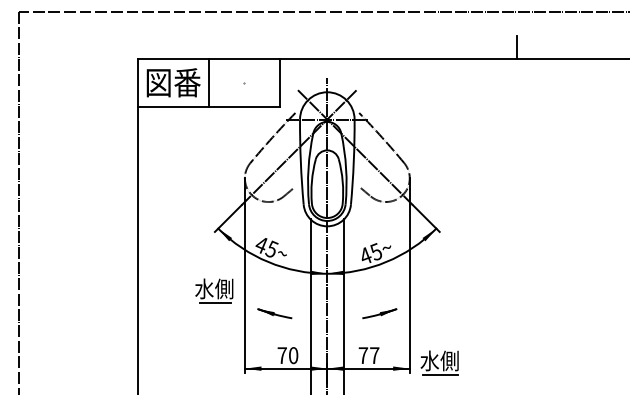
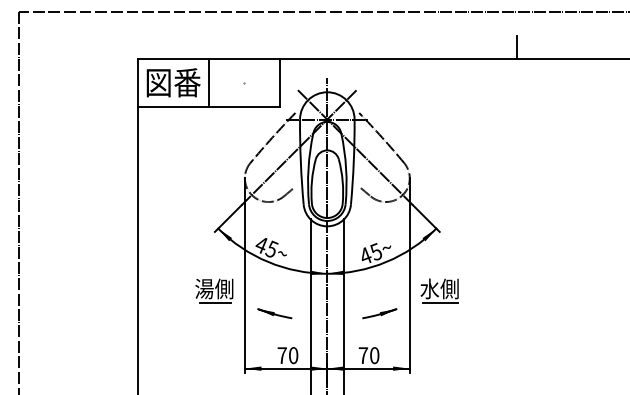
text at (204, 288): 水側 -> 湯側
text at (374, 355): 77 -> 70
part at (439, 362) position: (439, 362) -> (439, 290)
